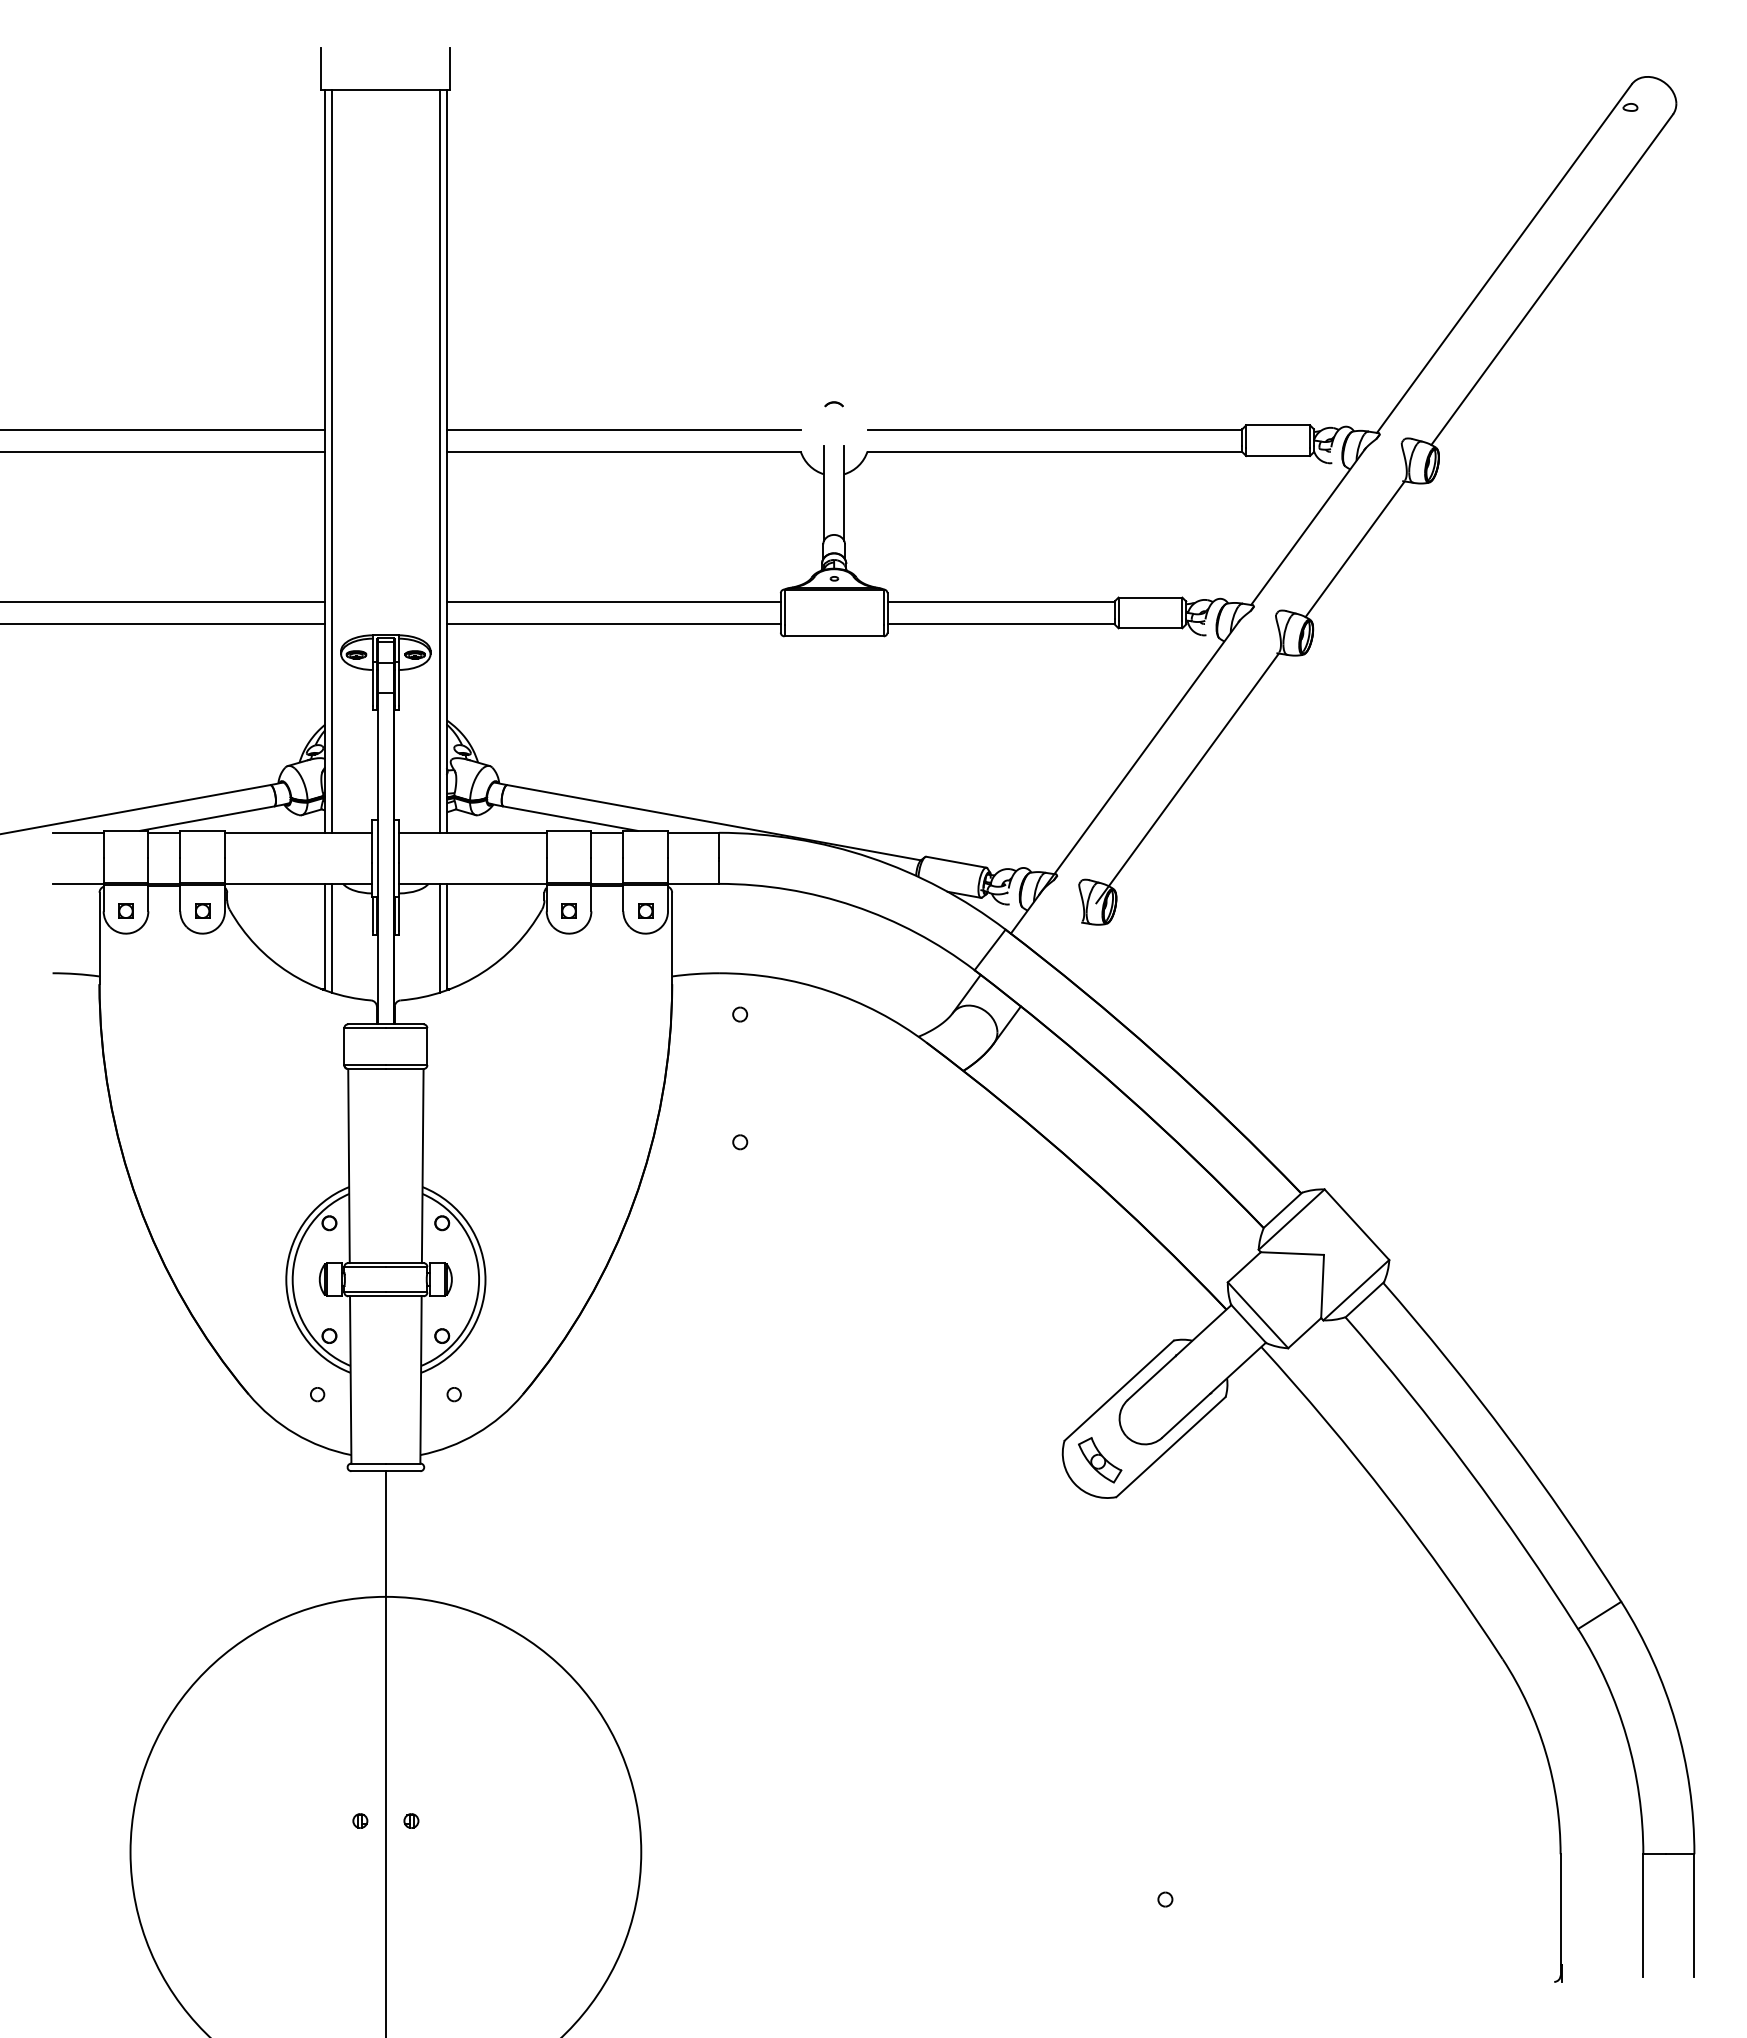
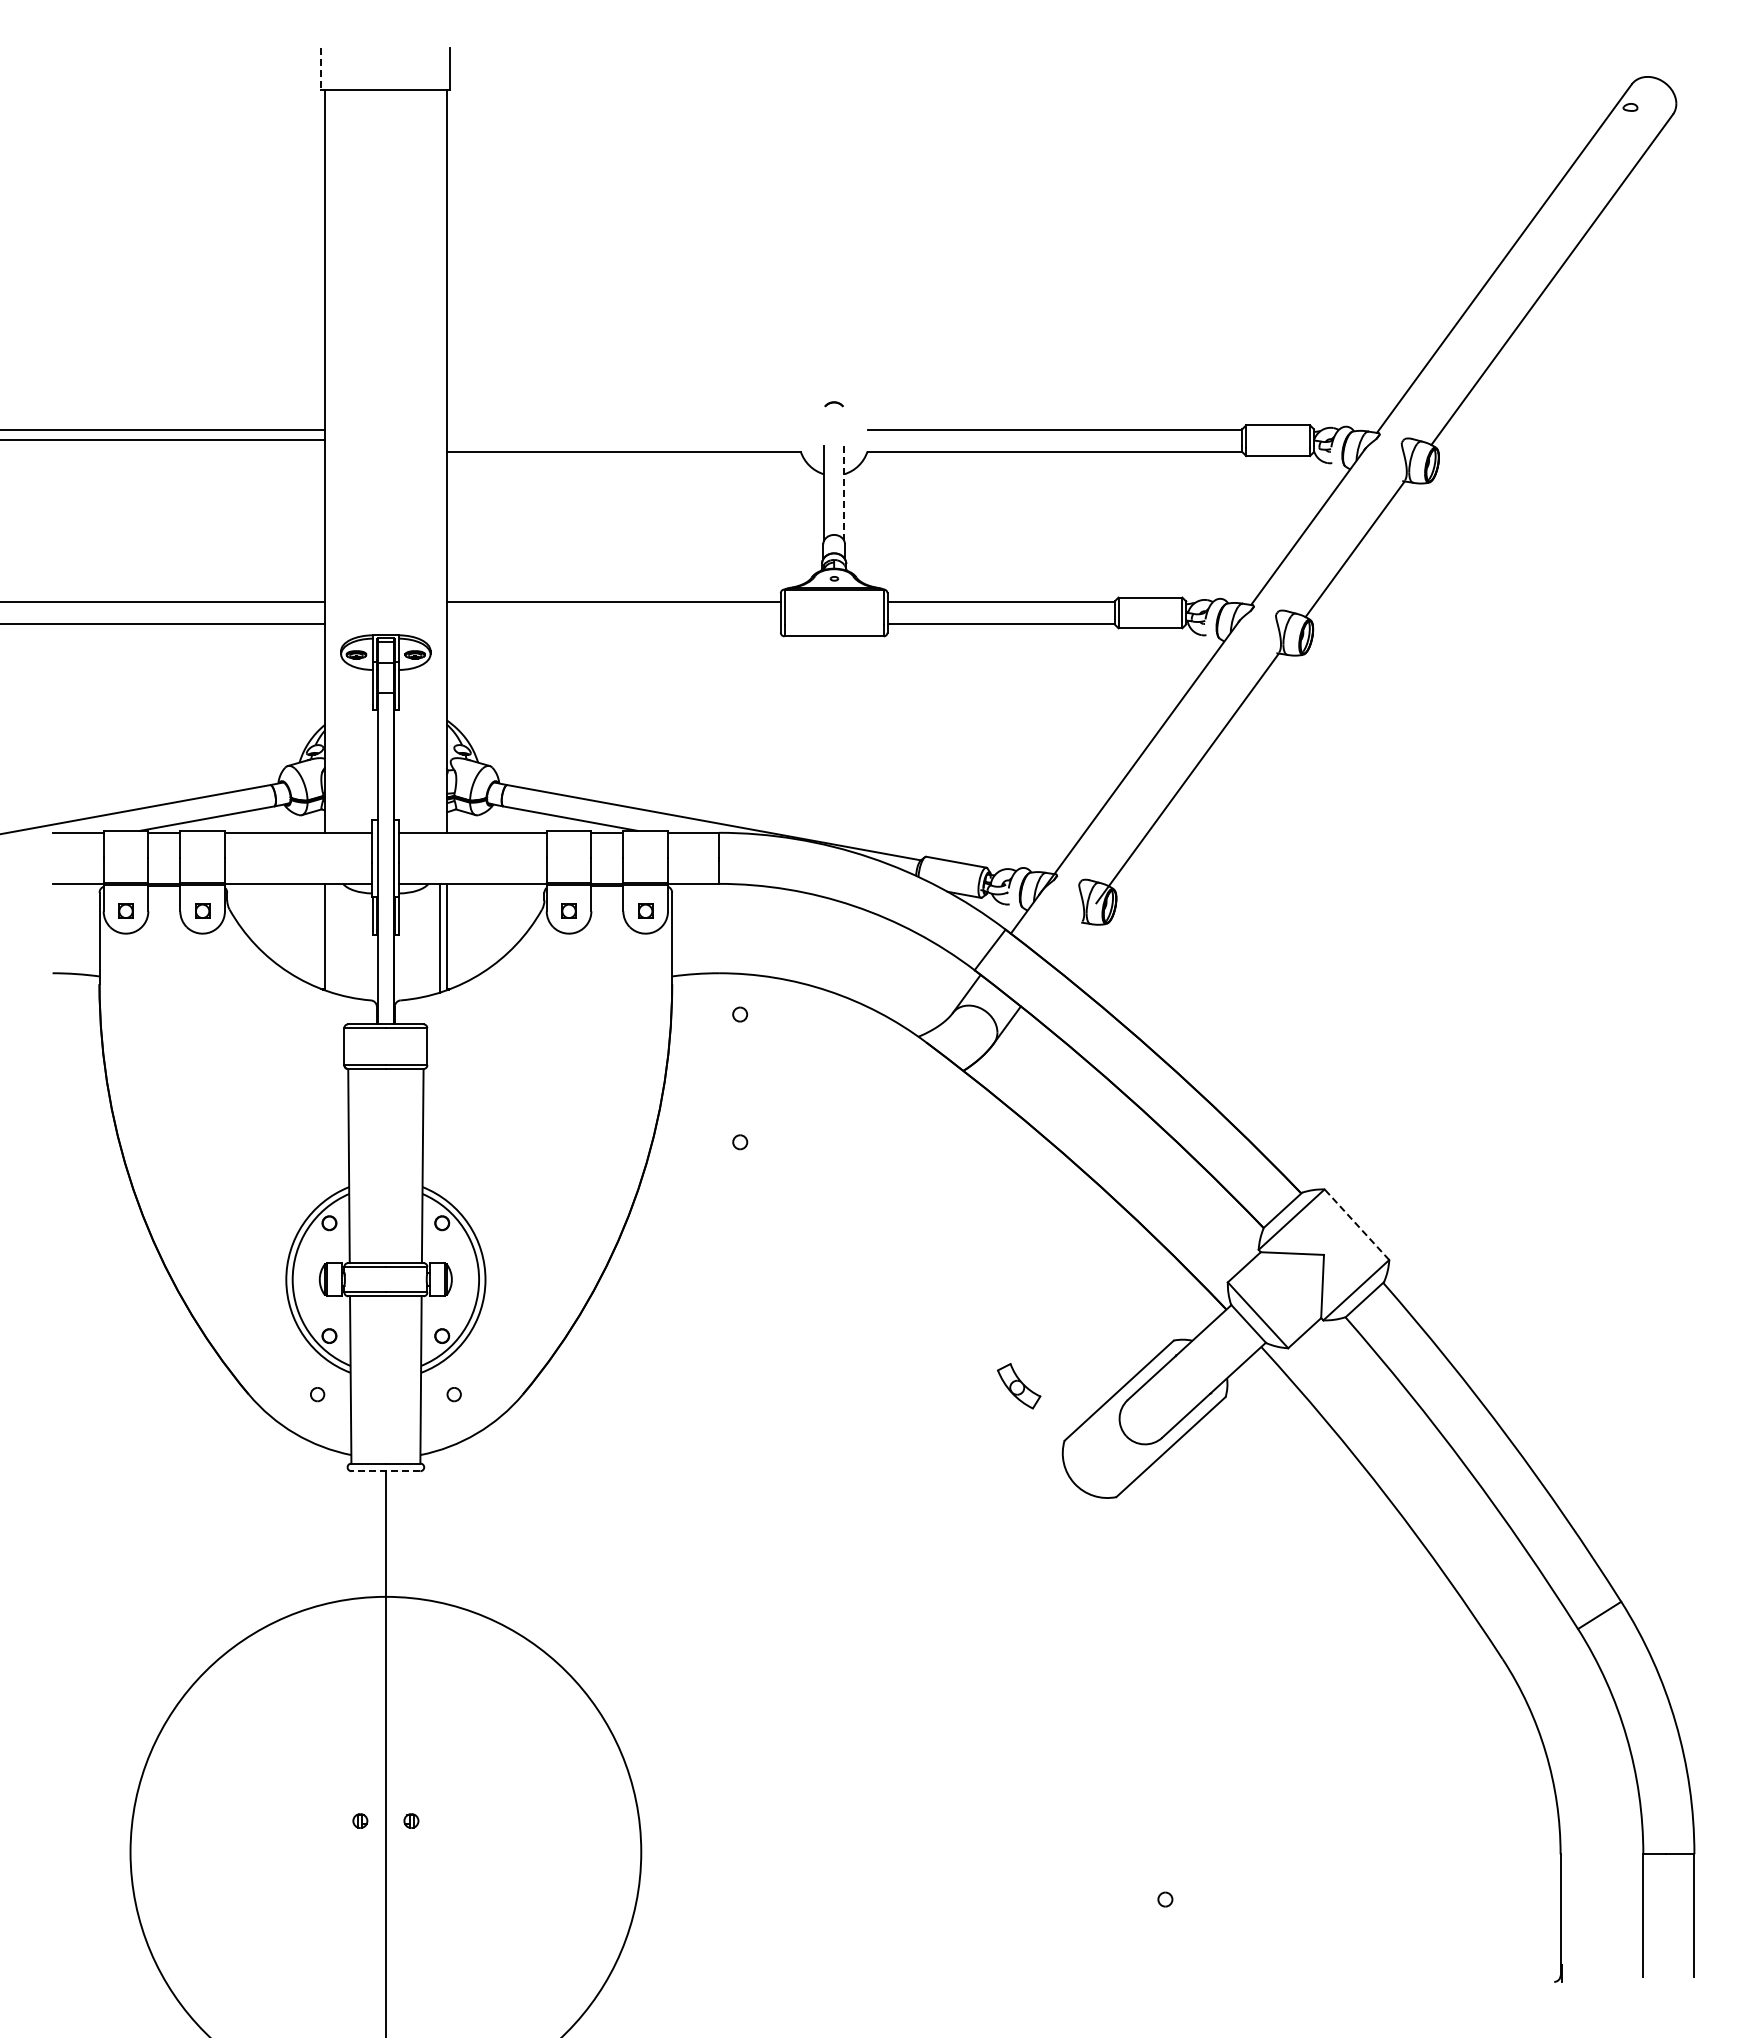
line at (321, 69): solid -> dashed
line at (623, 429): present -> none
line at (163, 451) position: (163, 451) -> (163, 439)
line at (331, 461): present -> none
line at (440, 461): present -> none
line at (844, 493): solid -> dashed
line at (613, 623): present -> none
line at (331, 937): present -> none
line at (1356, 1224): solid -> dashed
part at (1100, 1460) position: (1100, 1460) -> (1019, 1386)
line at (385, 1471): solid -> dashed
